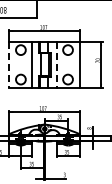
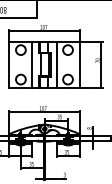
line at (9, 64): dashed -> solid
line at (56, 64): dashed -> solid
